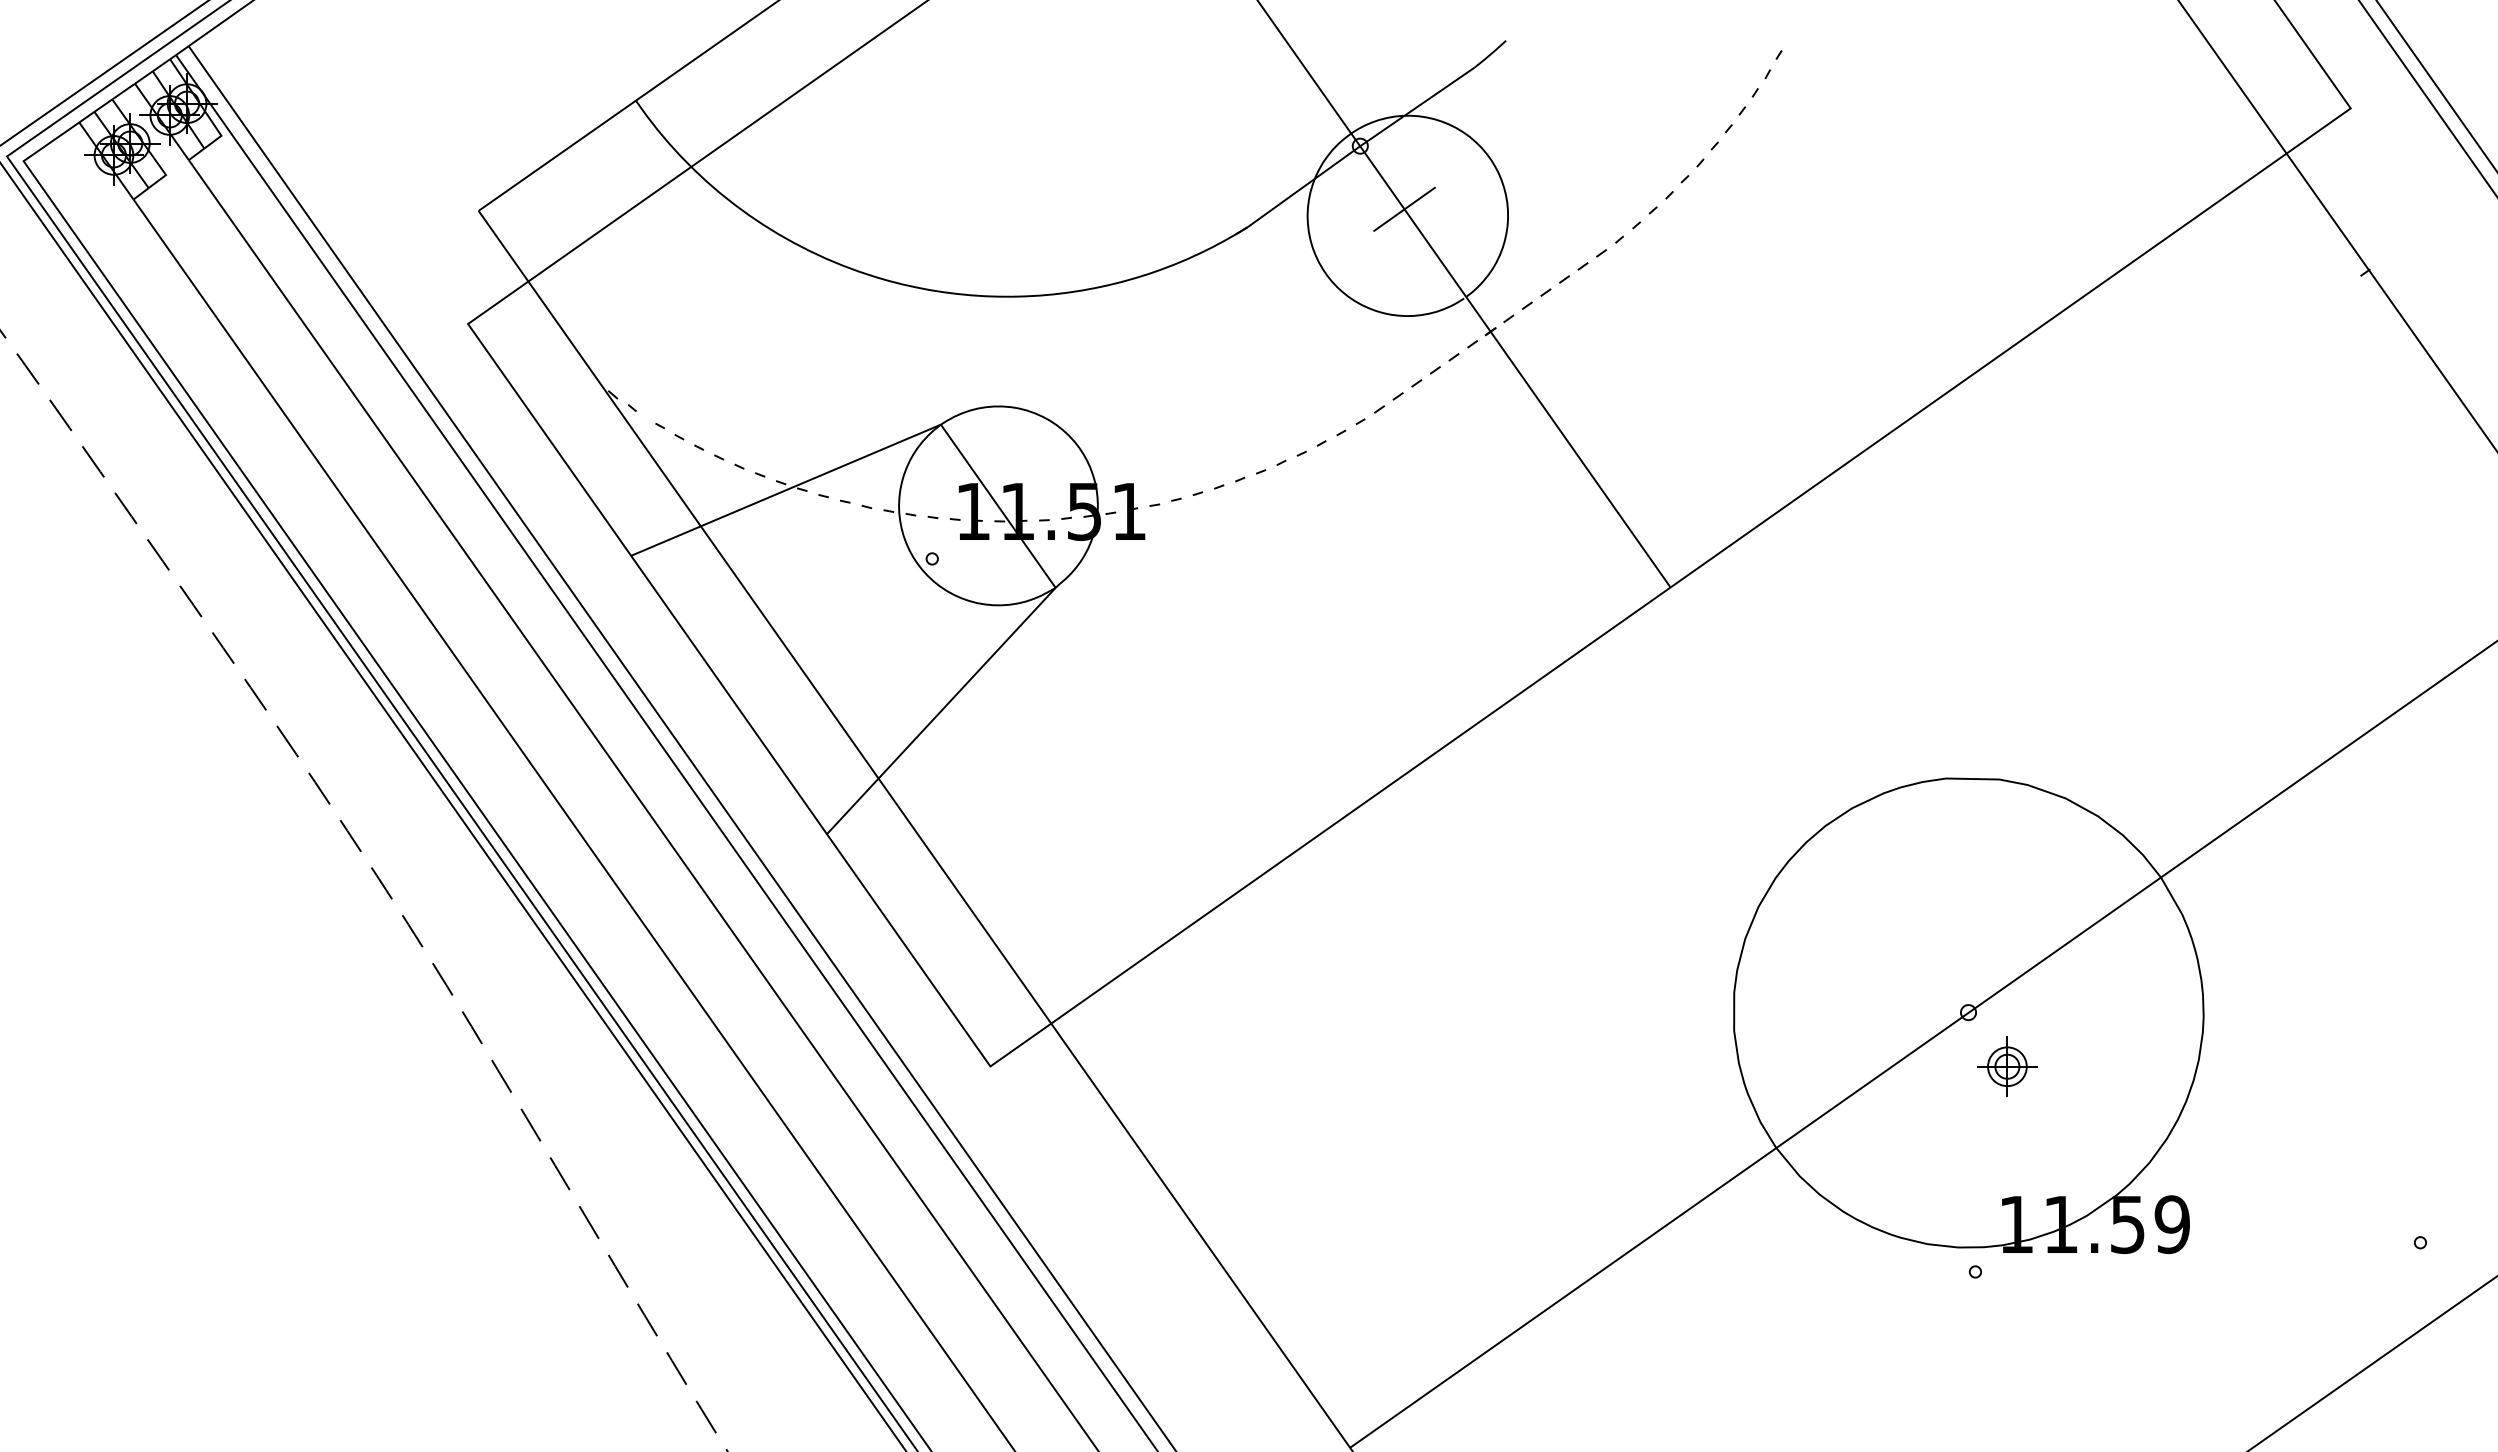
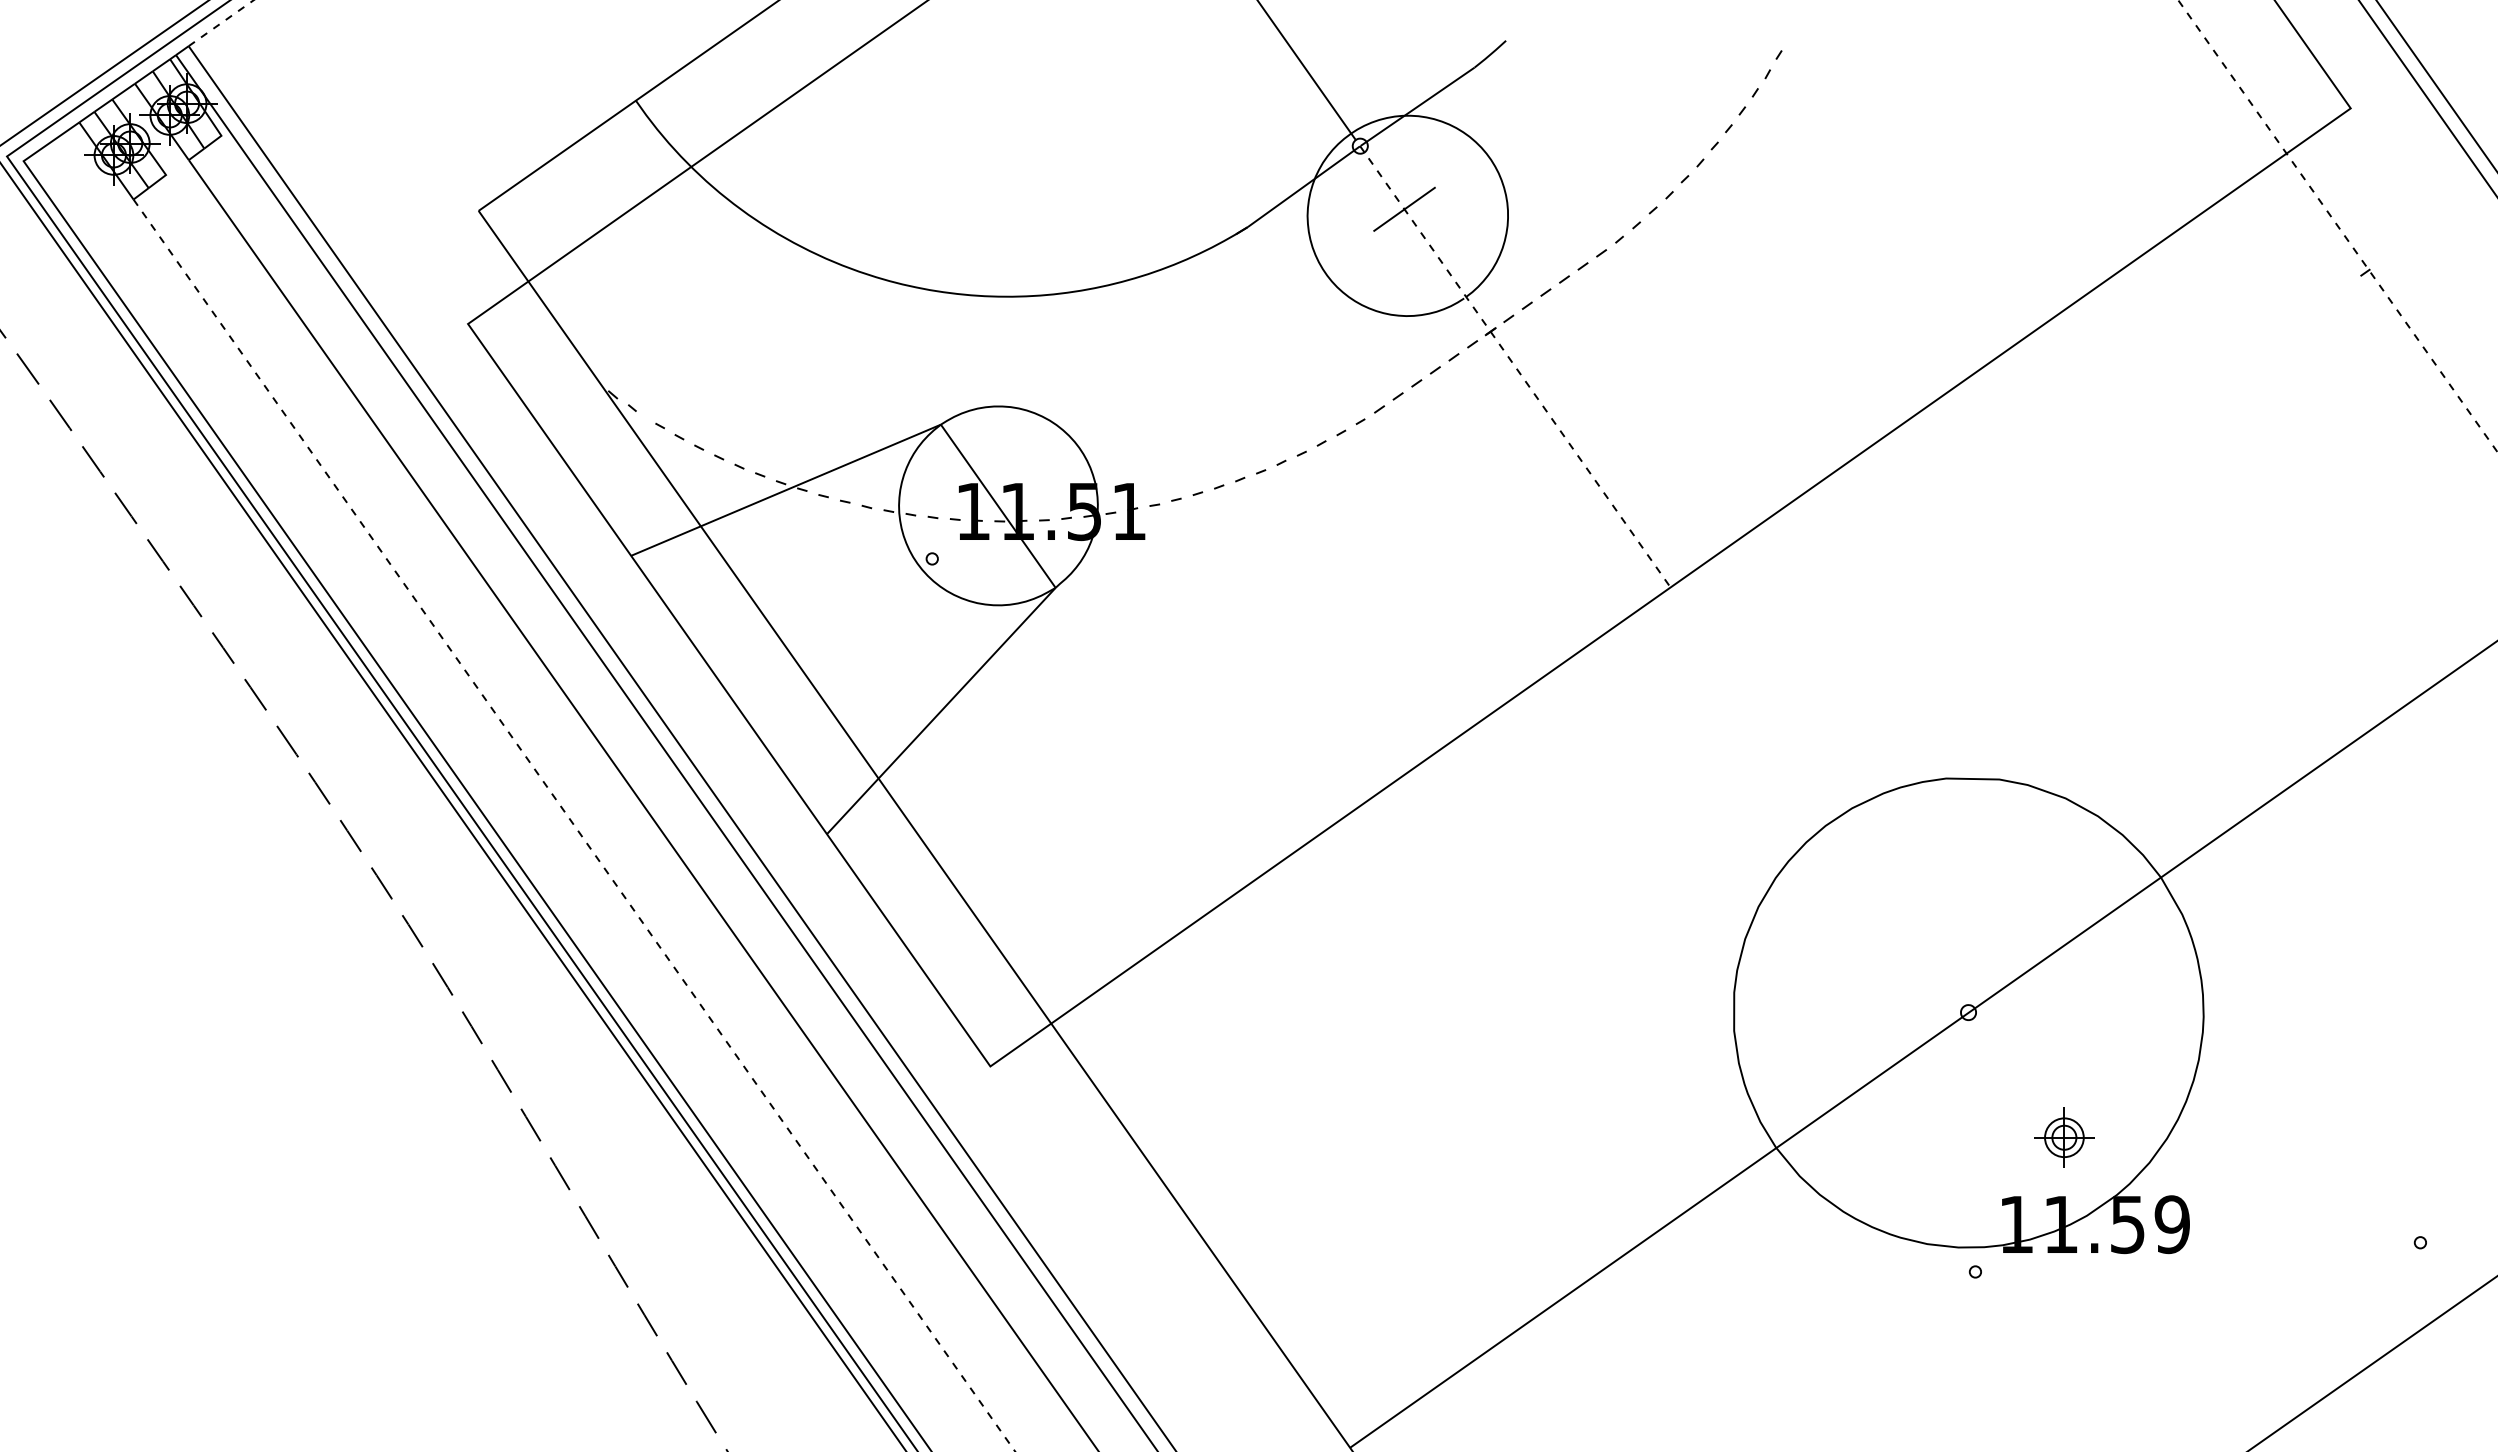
line at (221, 23): solid -> dashed
line at (2338, 226): solid -> dashed
line at (1510, 360): solid -> dashed
line at (574, 825): solid -> dashed
part at (2007, 1066) position: (2007, 1066) -> (2064, 1137)
